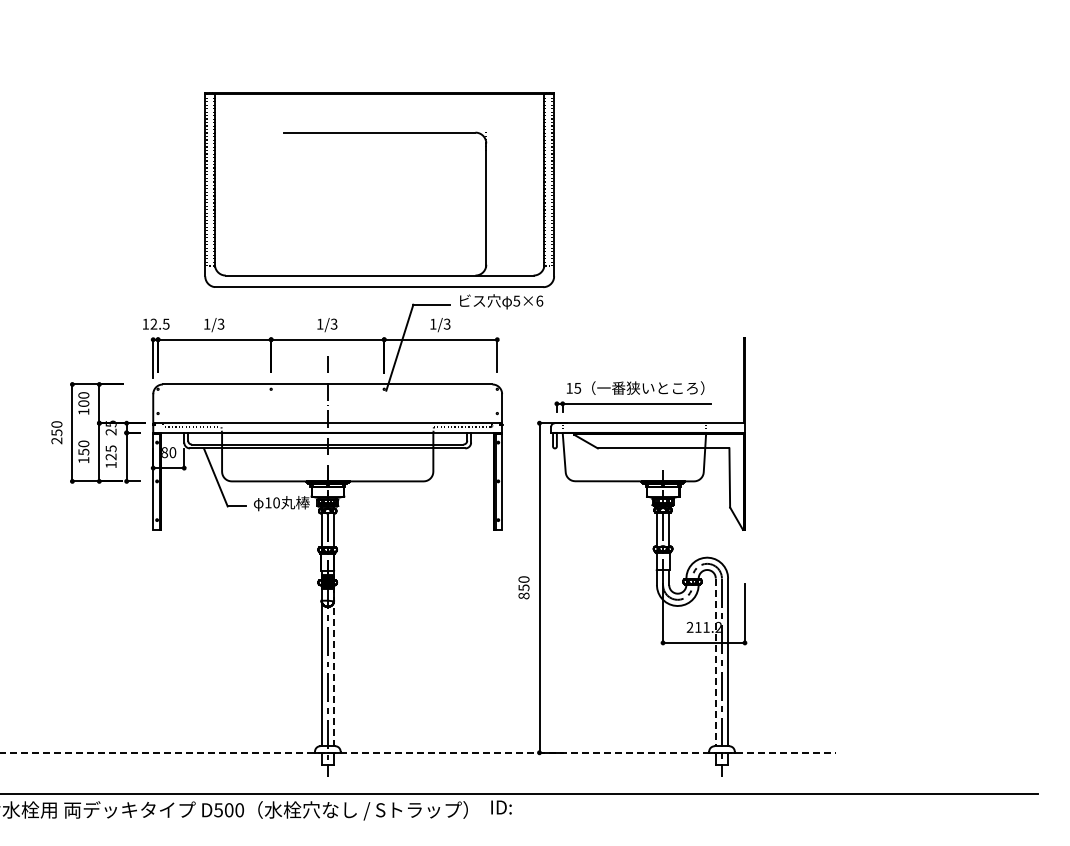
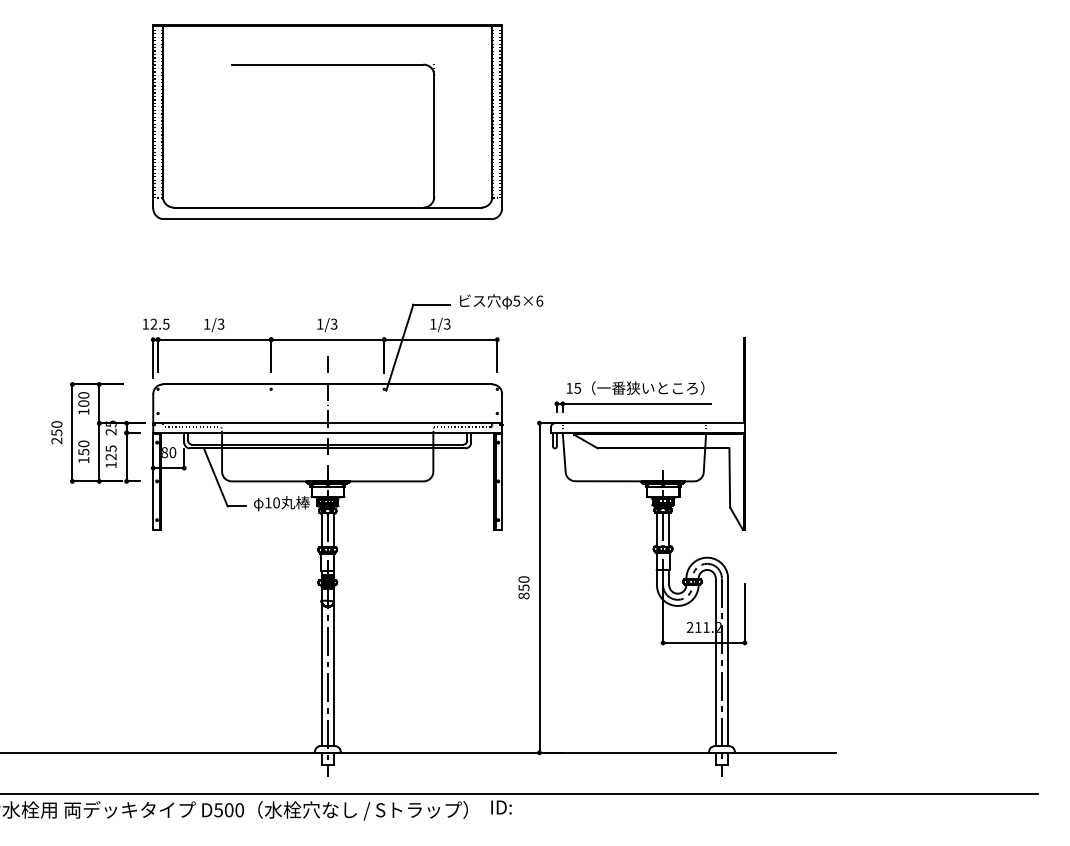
part at (379, 189) position: (379, 189) -> (327, 121)
line at (715, 662): dashed -> solid
line at (333, 666): dashed -> solid
line at (418, 752): dashed -> solid
